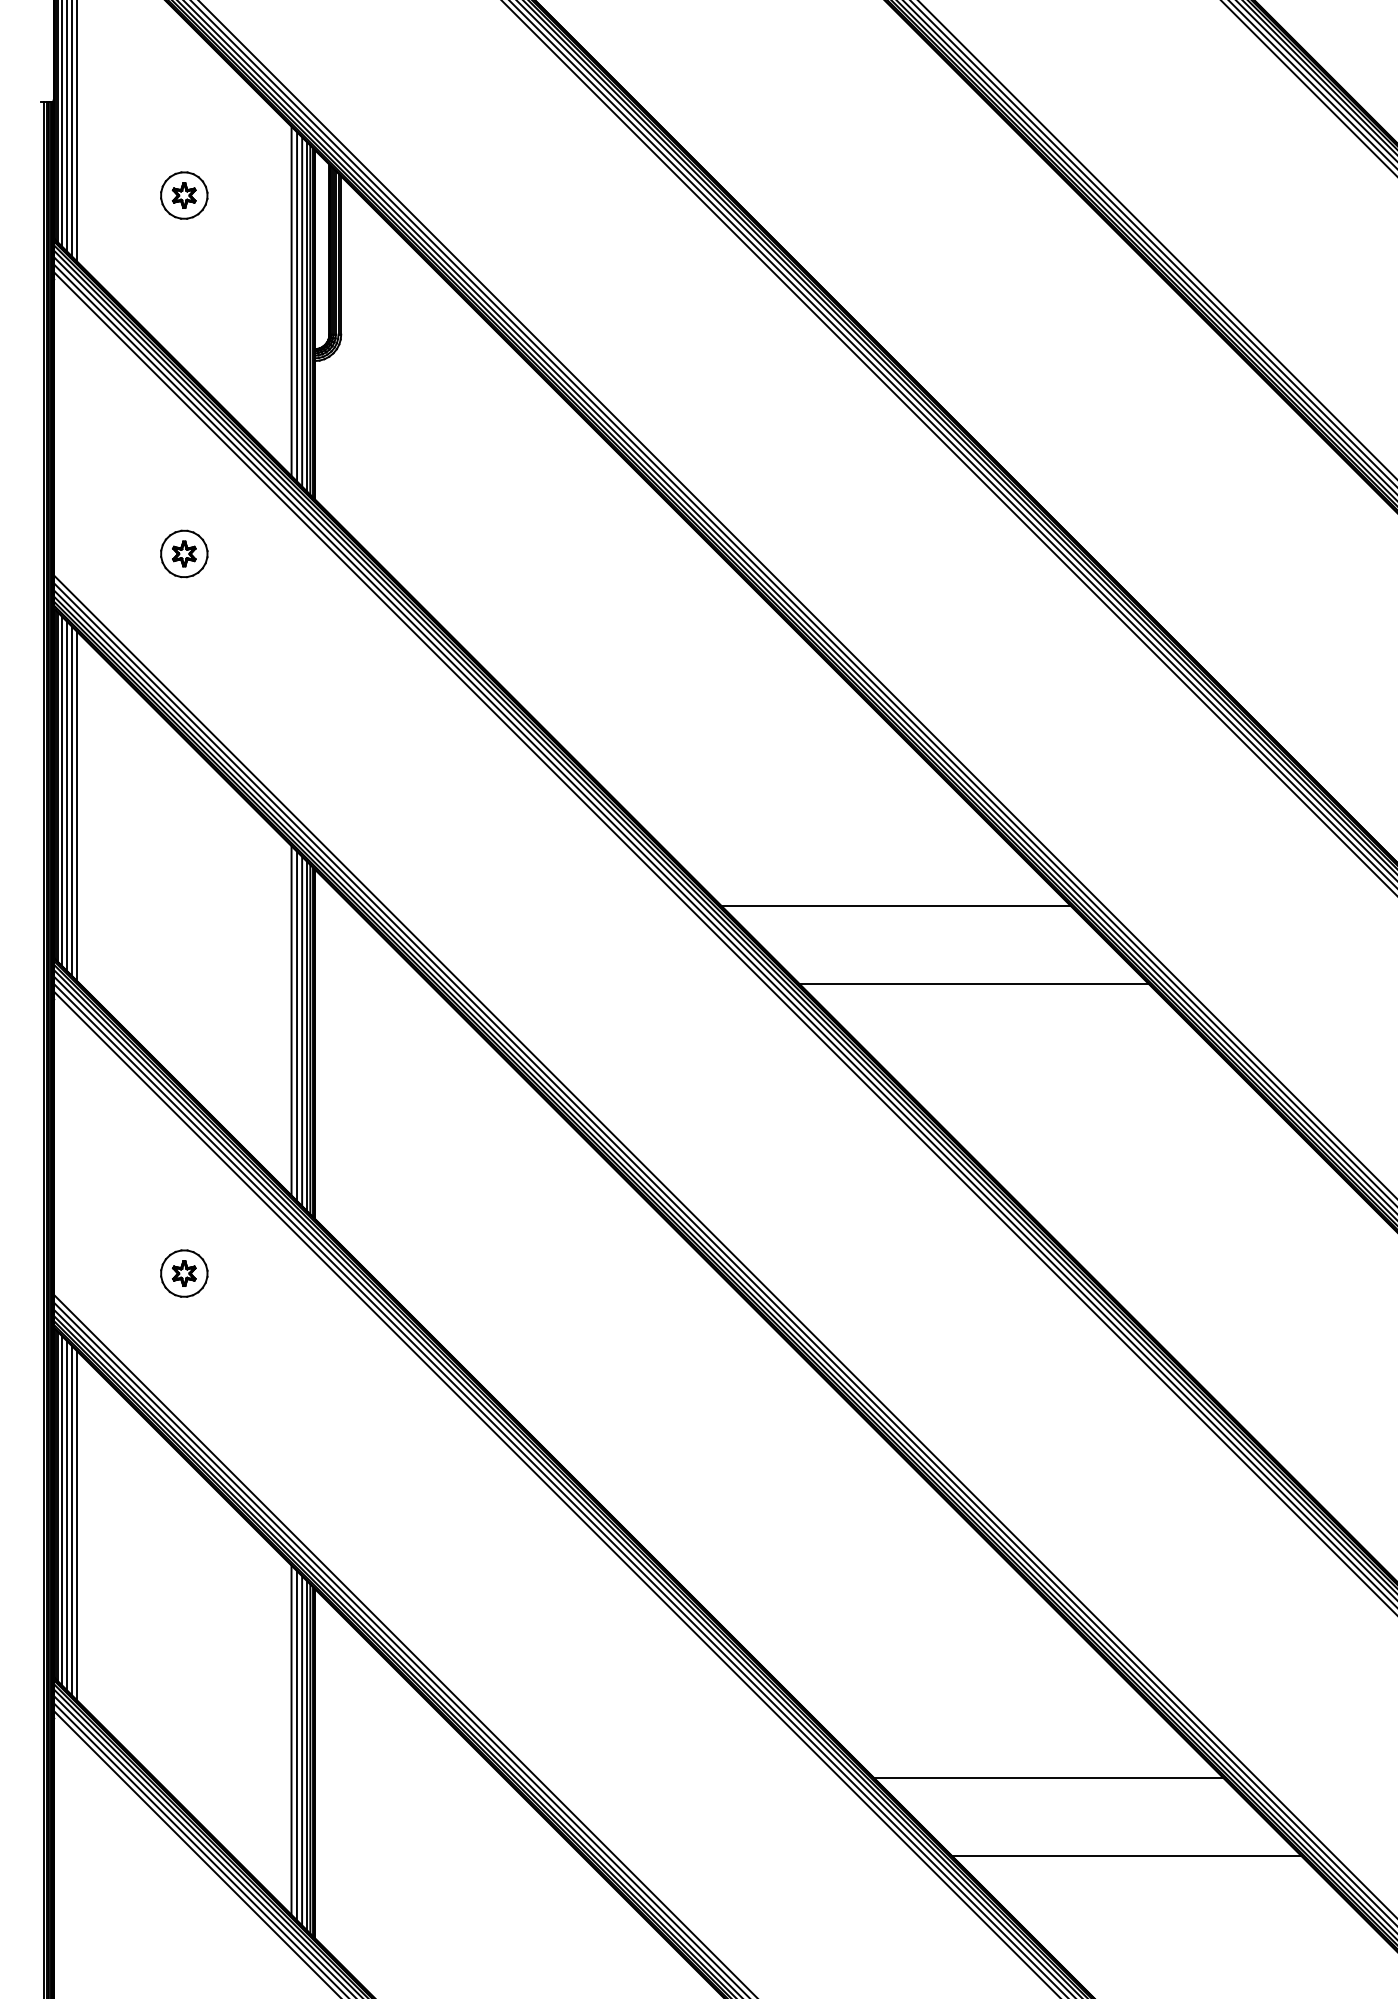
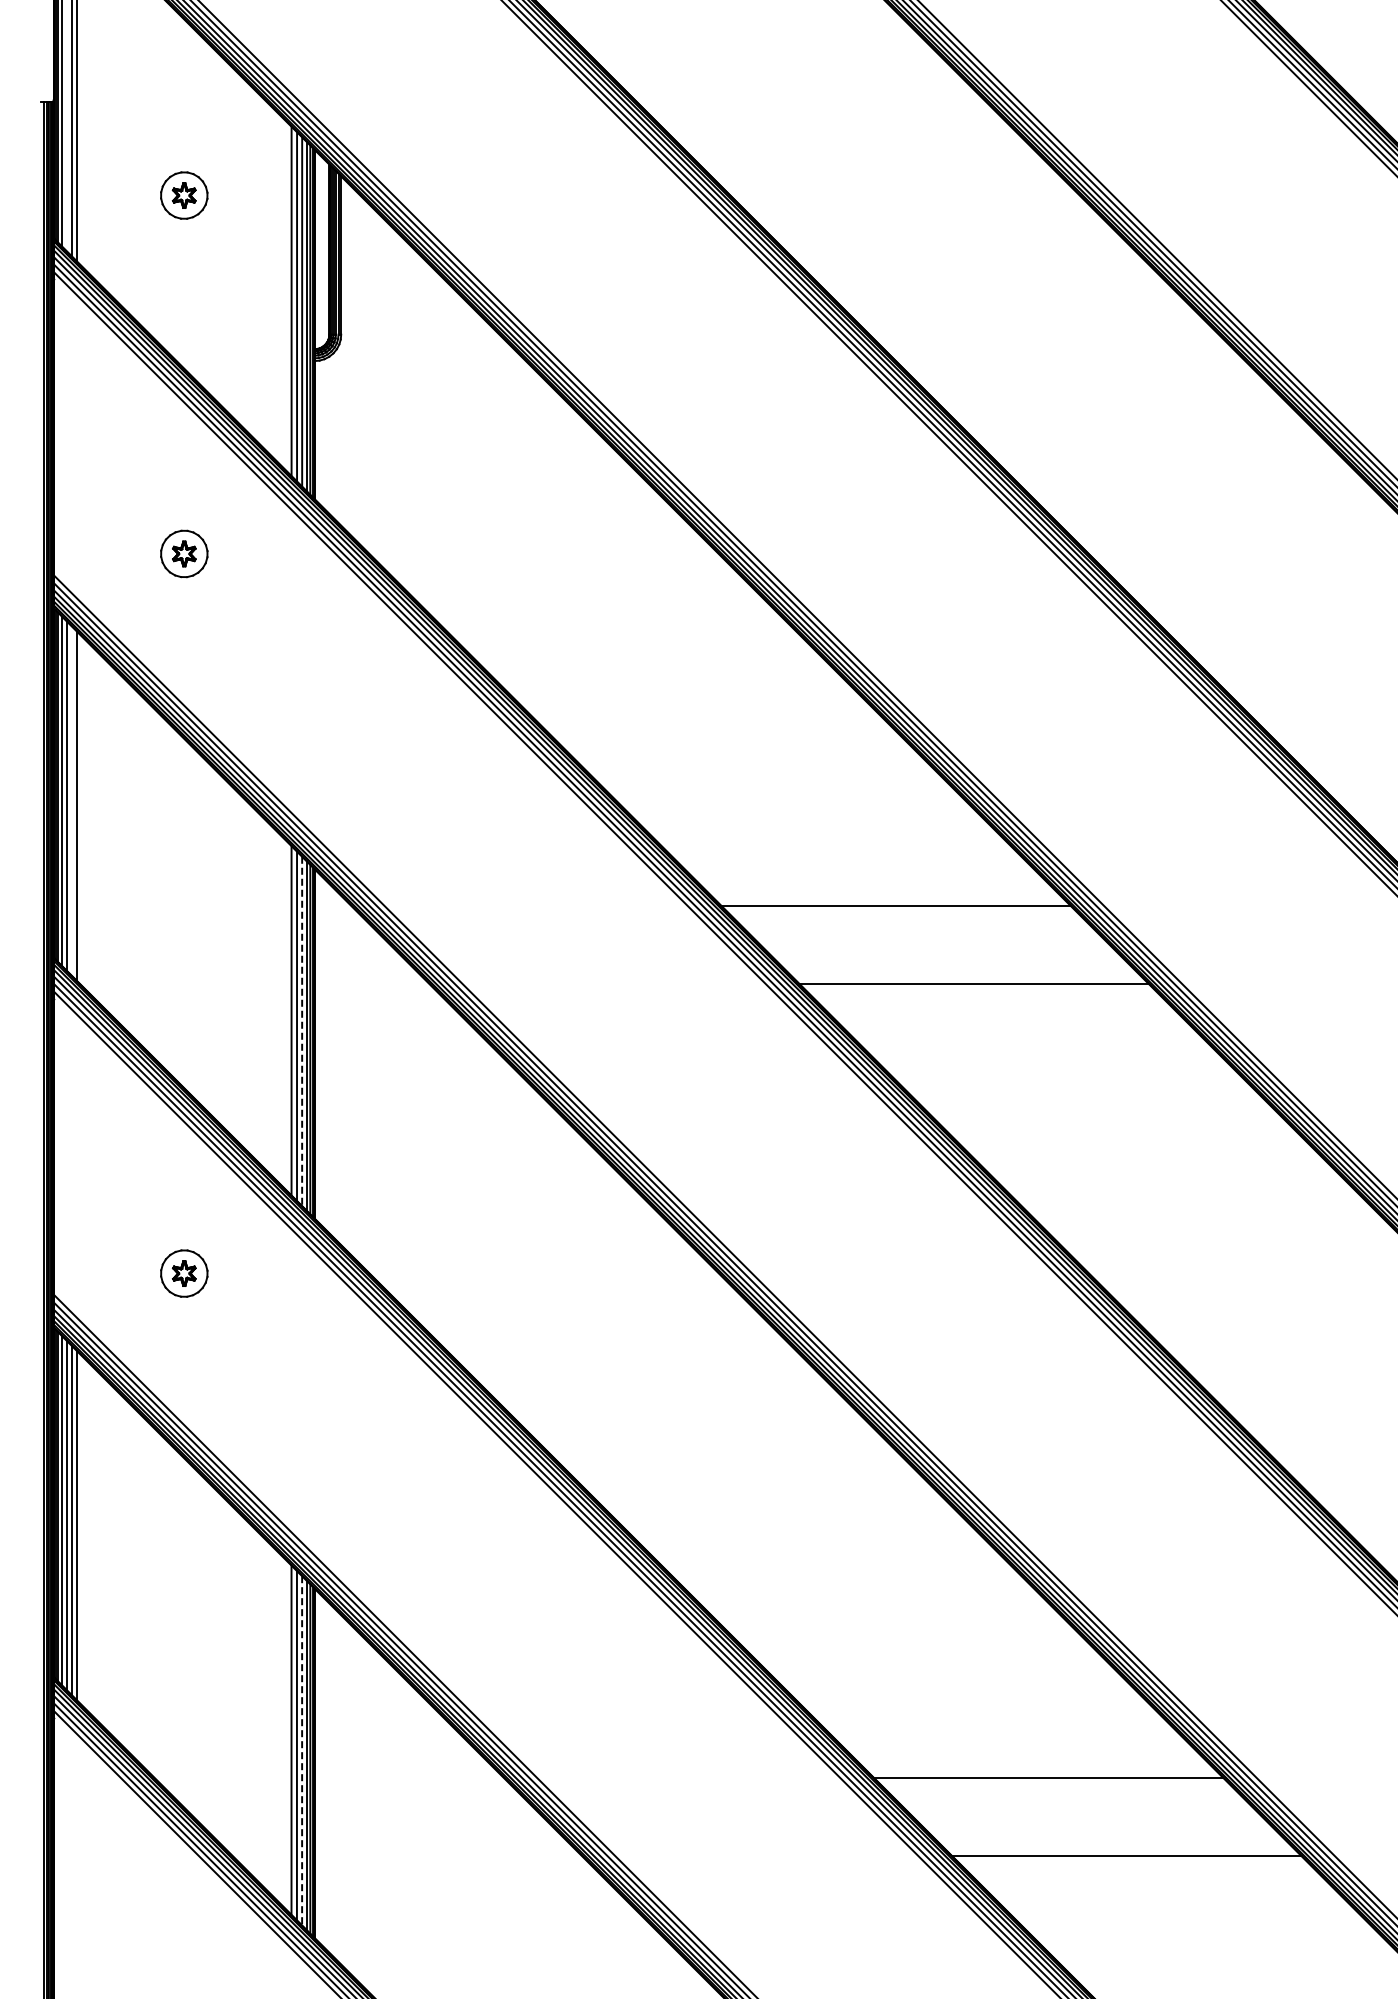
line at (66, 126): present -> none
line at (71, 800): present -> none
line at (302, 1031): solid -> dashed
line at (302, 1750): solid -> dashed
